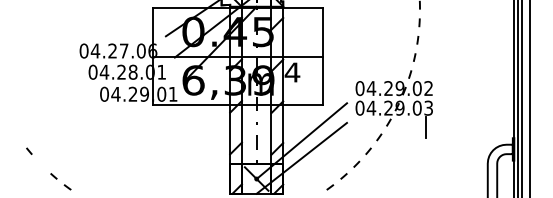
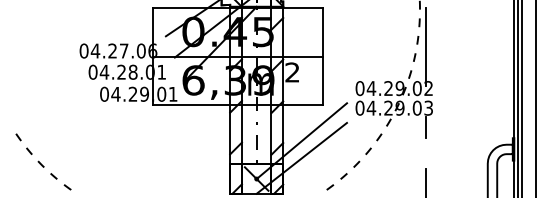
line at (426, 47): none -> present
text at (292, 72): 4 -> 2
line at (530, 98) position: (530, 98) -> (536, 98)
curve at (18, 137): none -> present
curve at (40, 163): none -> present
line at (426, 181): none -> present
